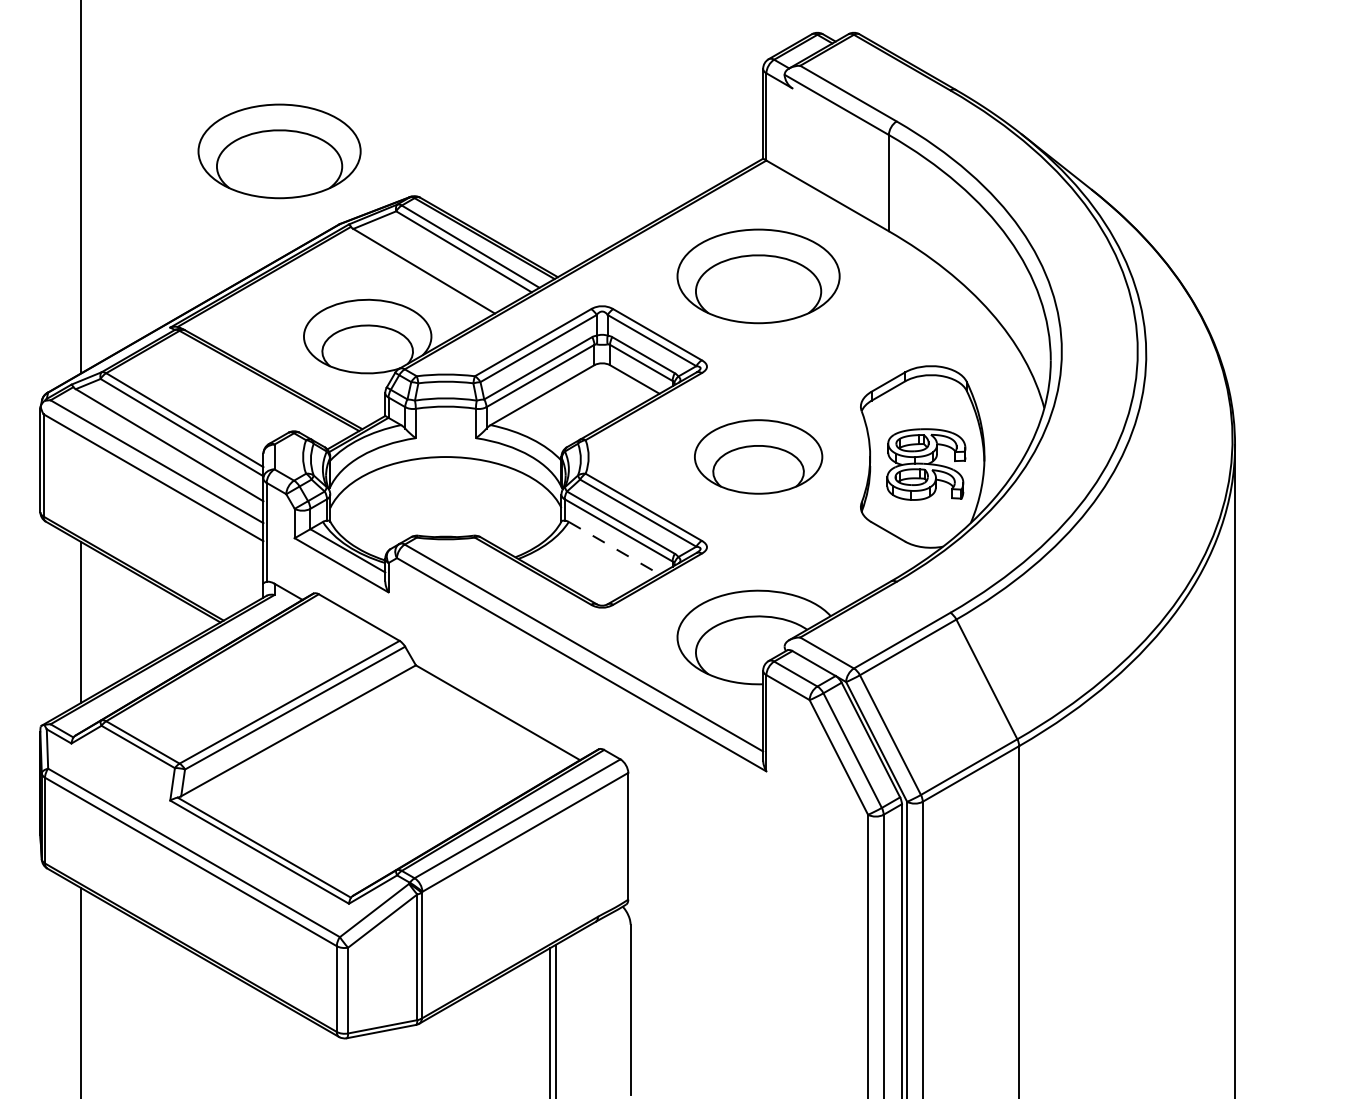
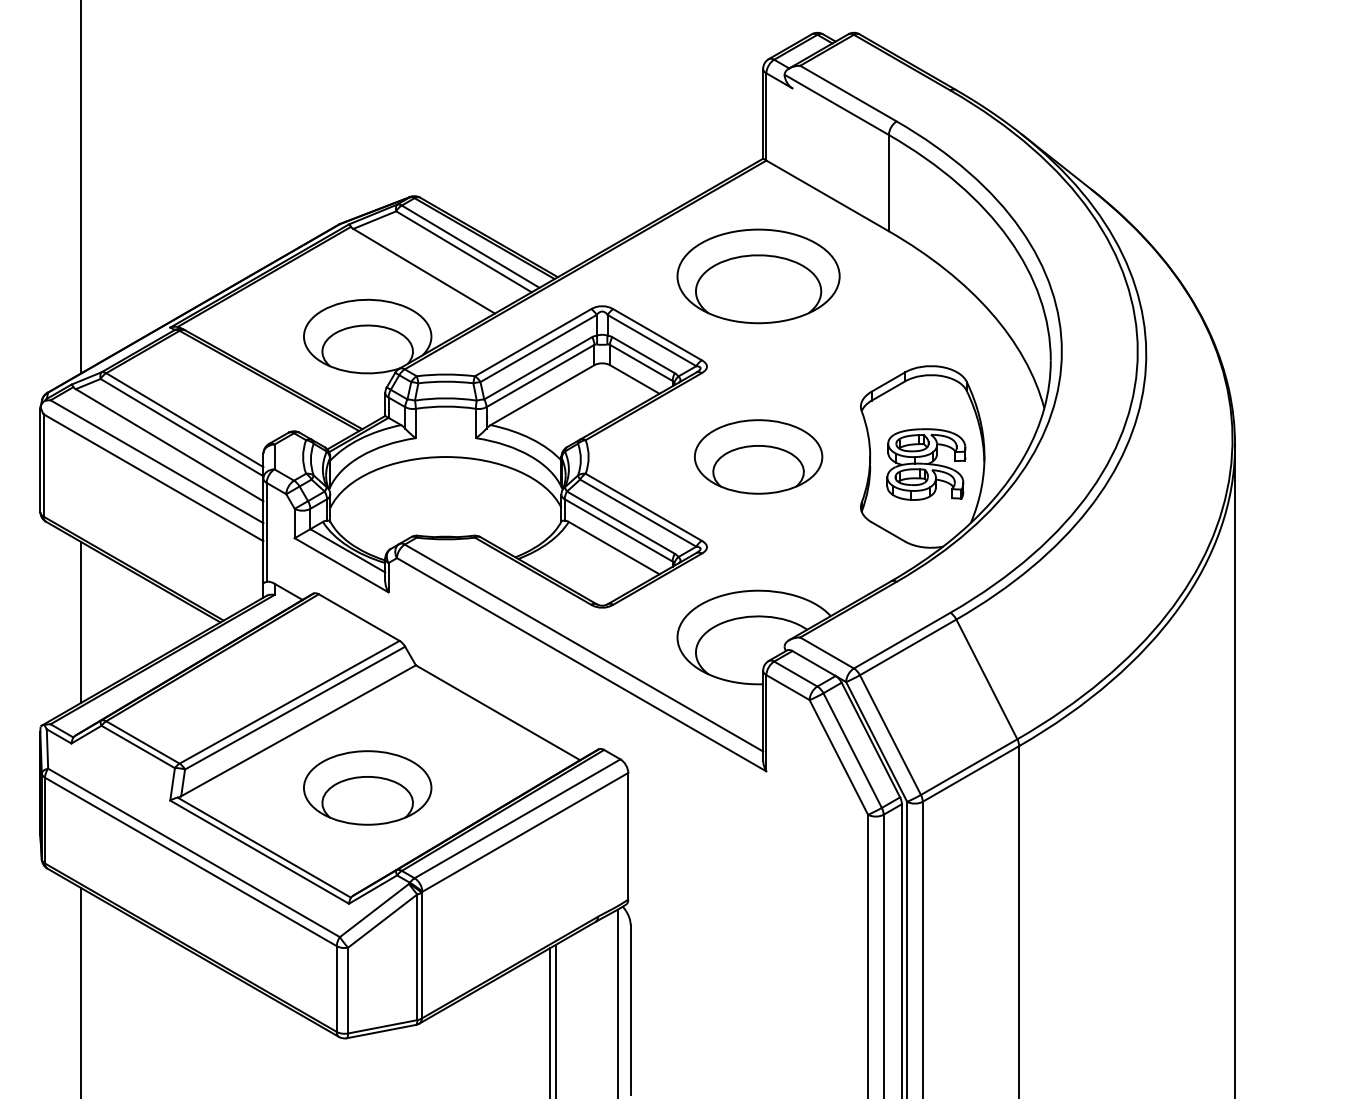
part at (279, 151): present -> none
line at (614, 548): dashed -> solid
part at (367, 787): none -> present
line at (617, 1002): none -> present
